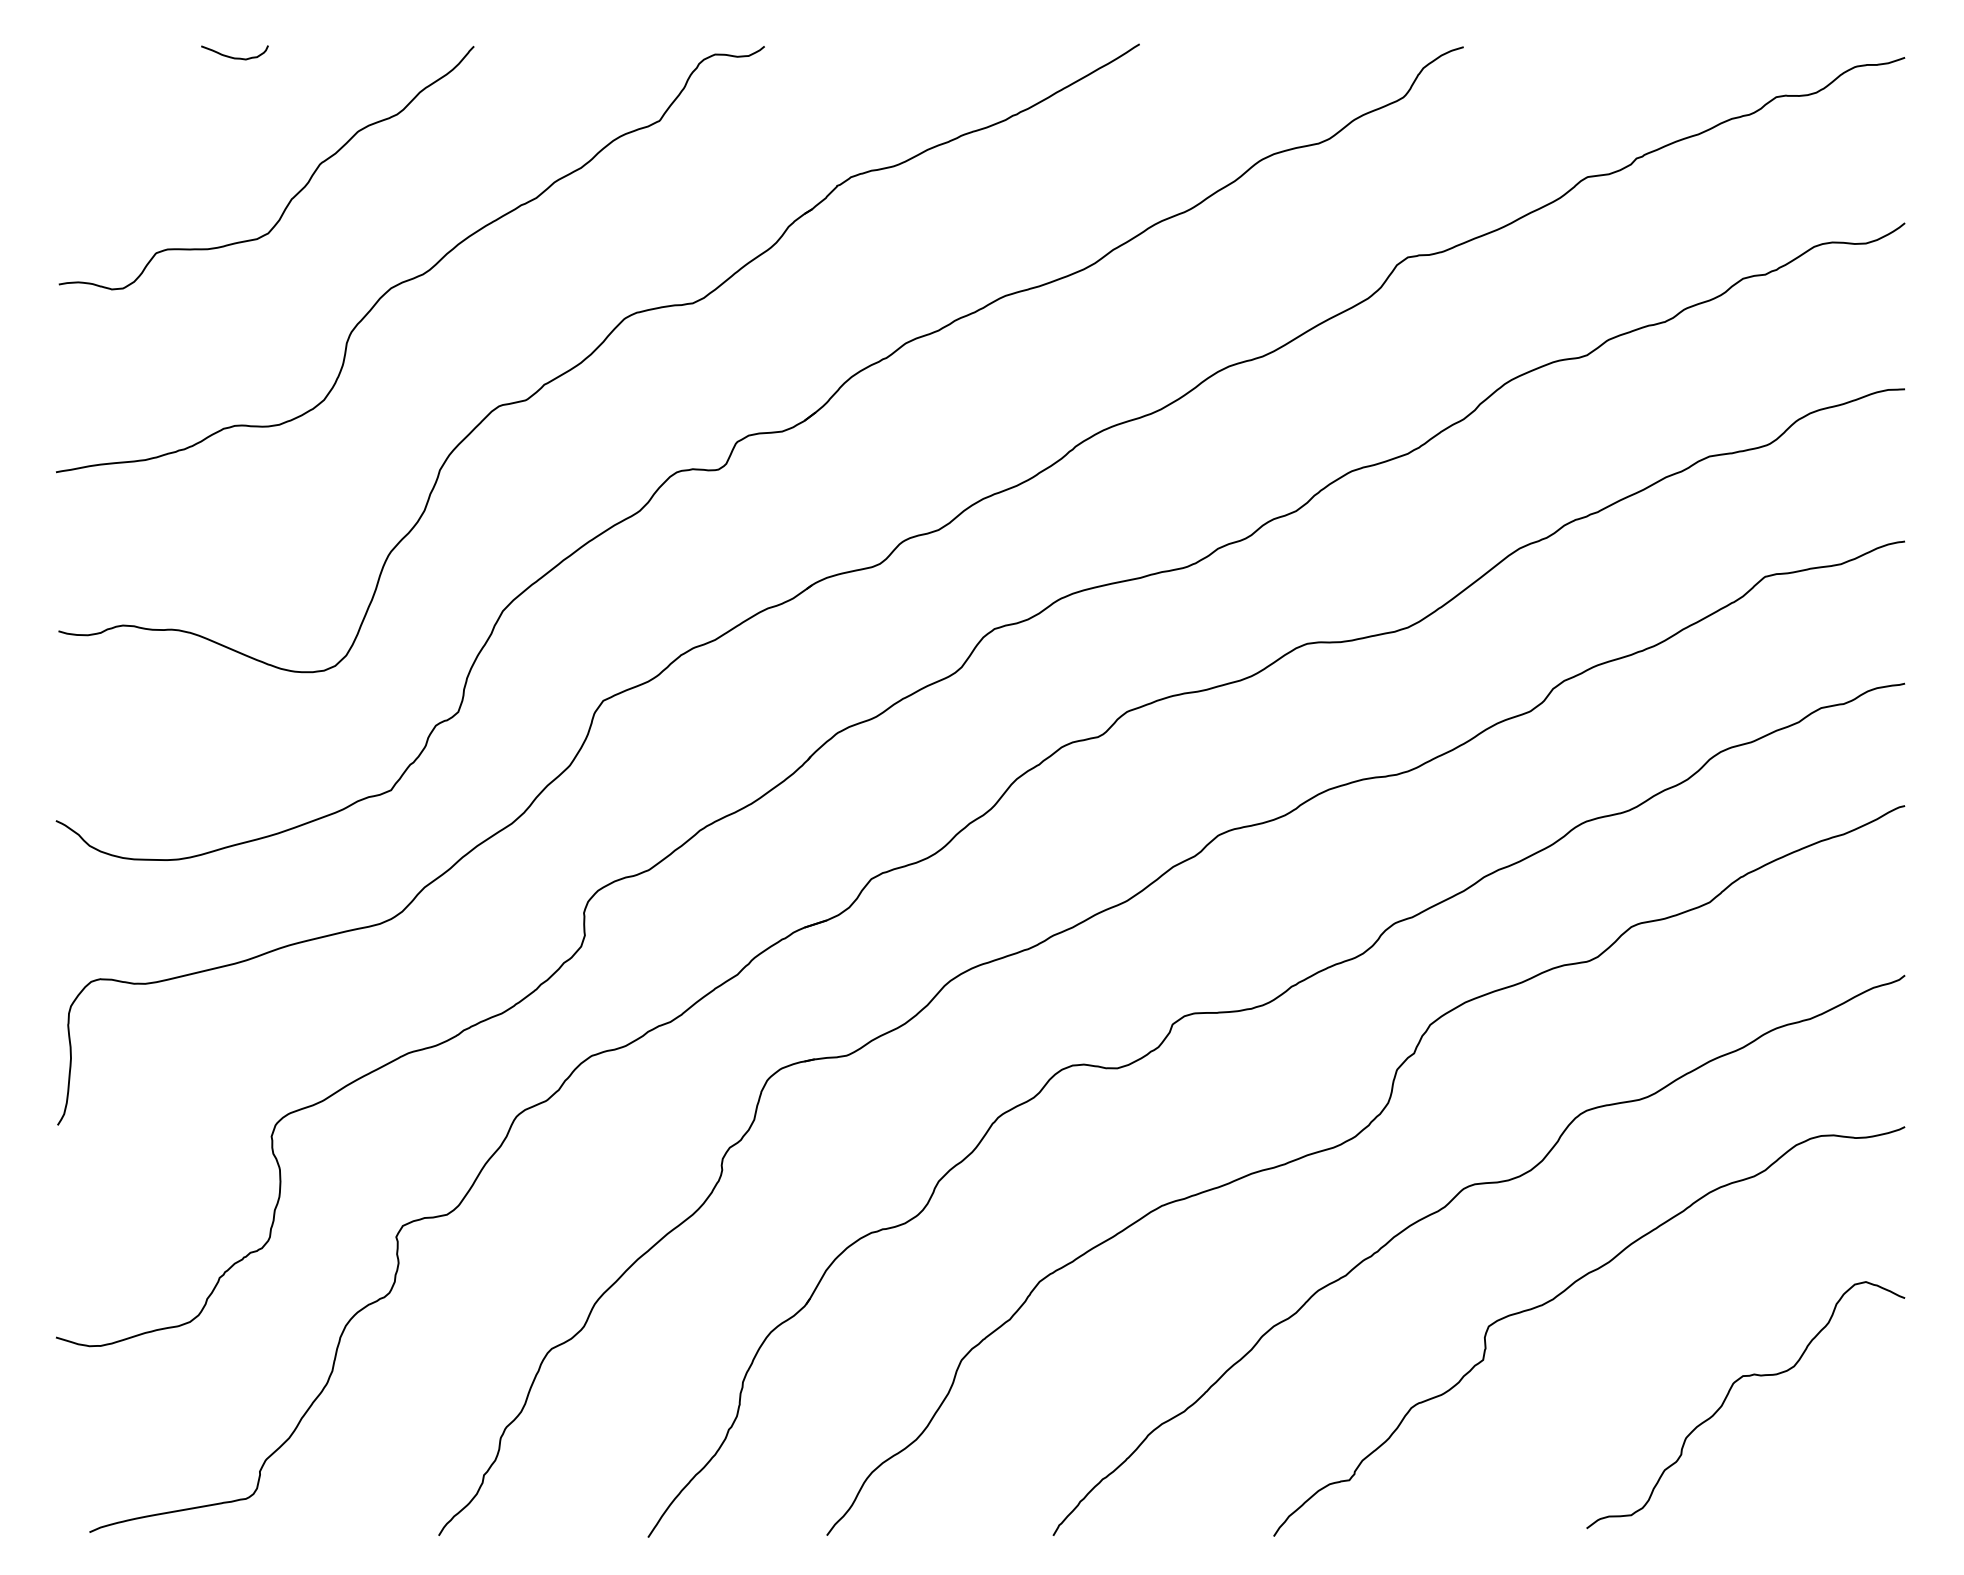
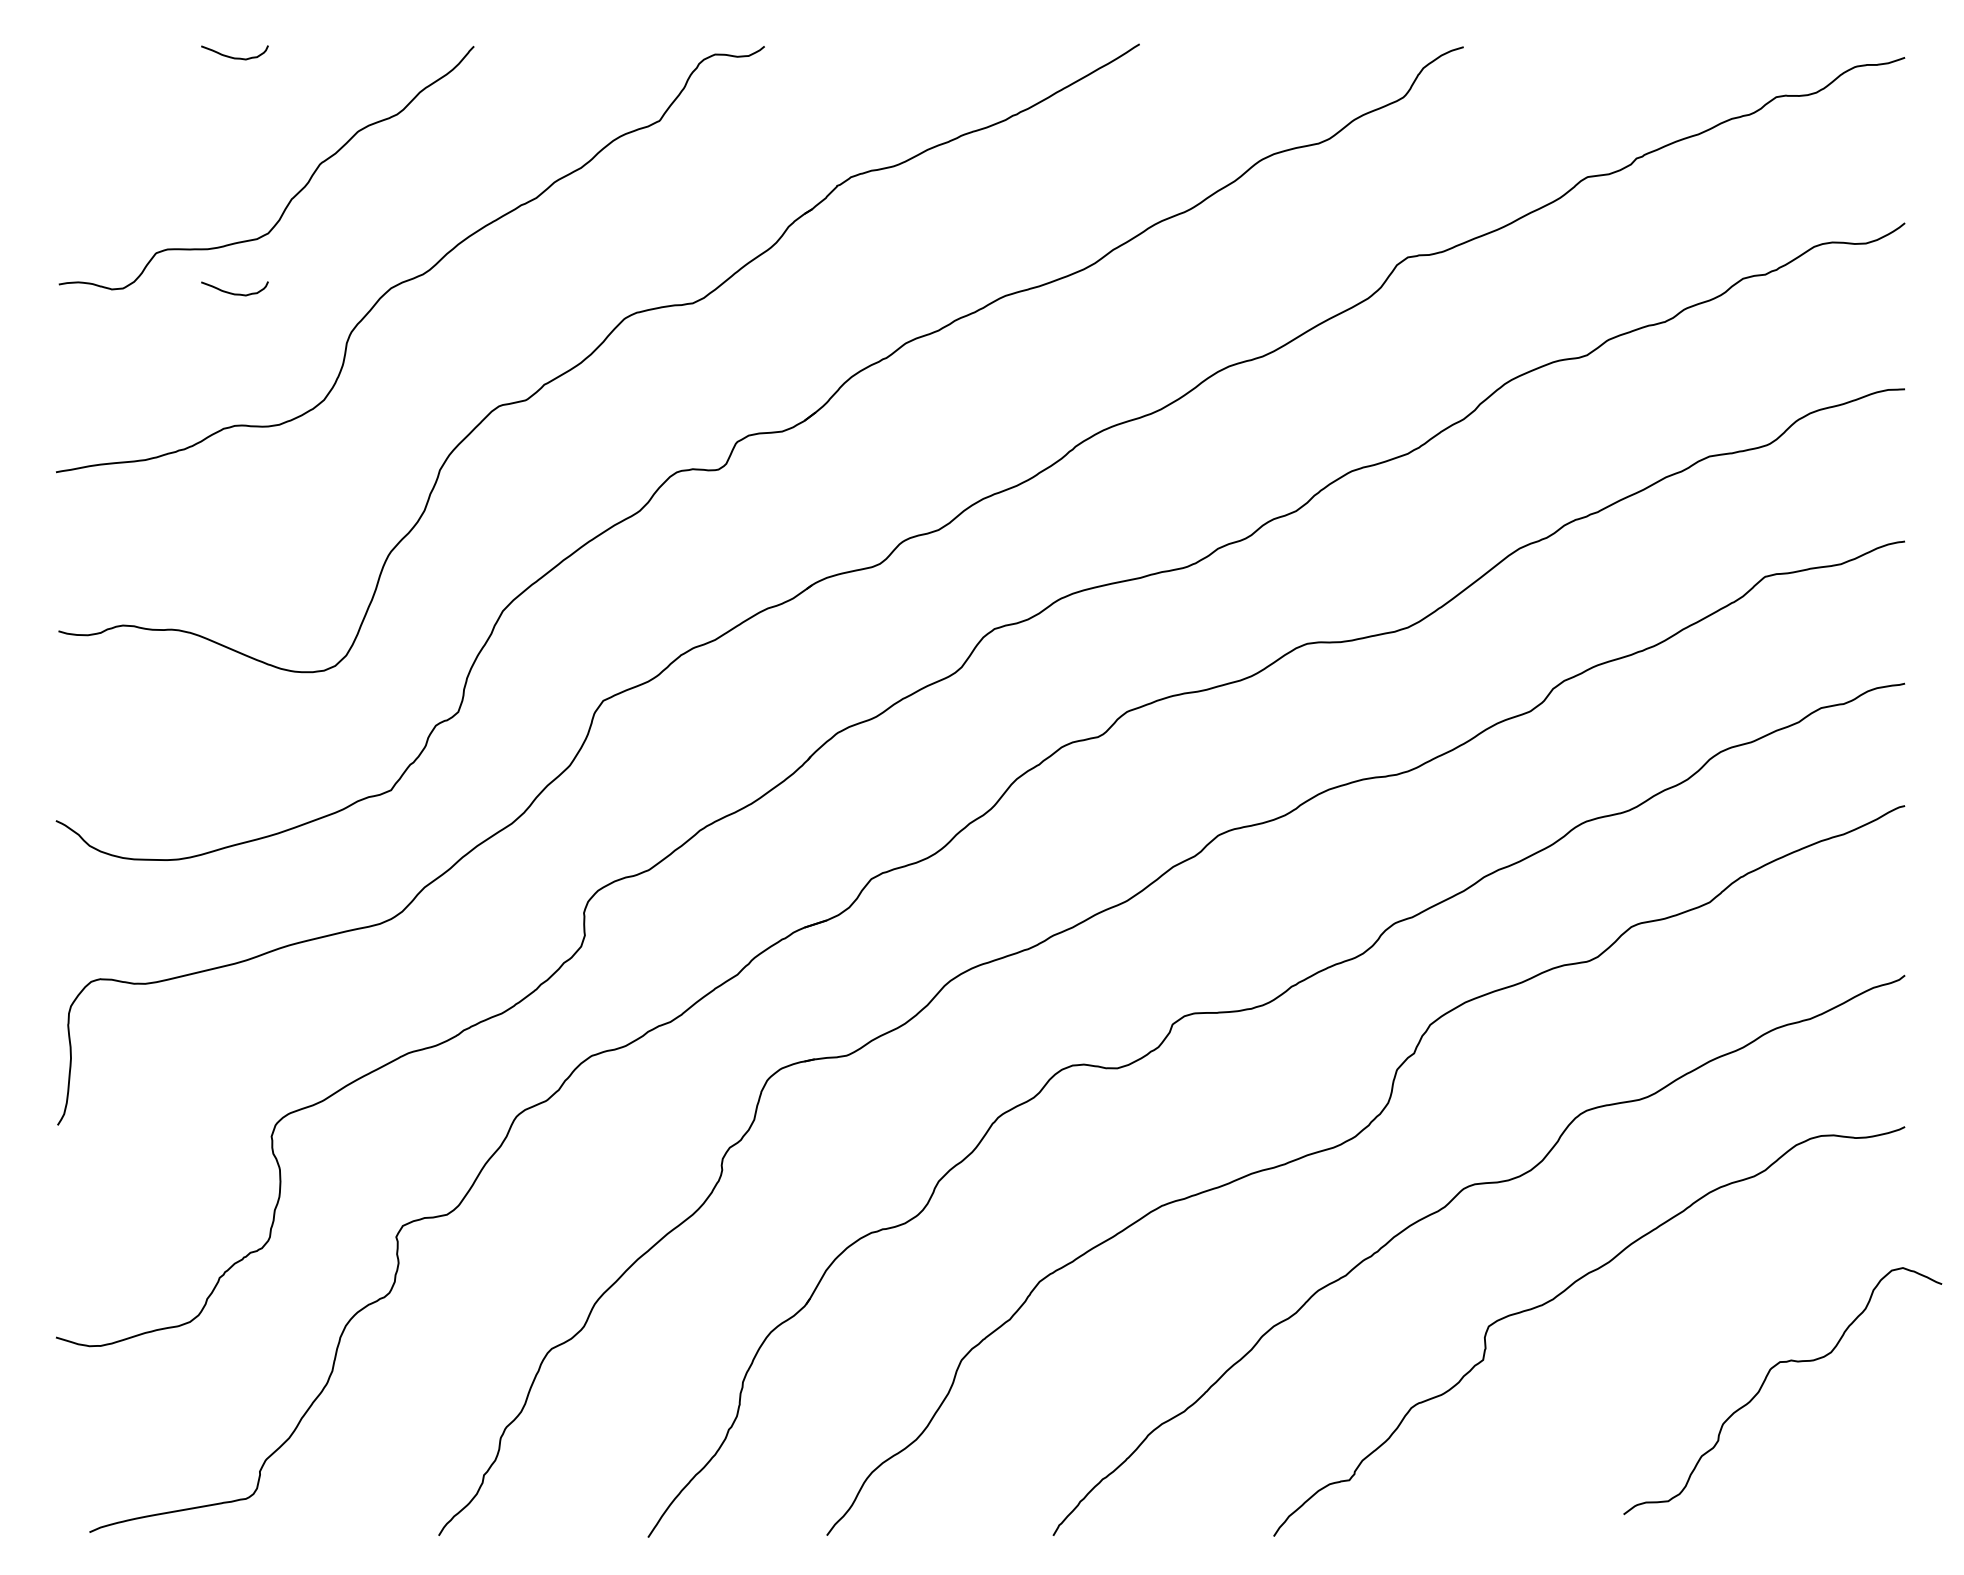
curve at (231, 292): none -> present
curve at (1727, 1397) position: (1727, 1397) -> (1764, 1383)
